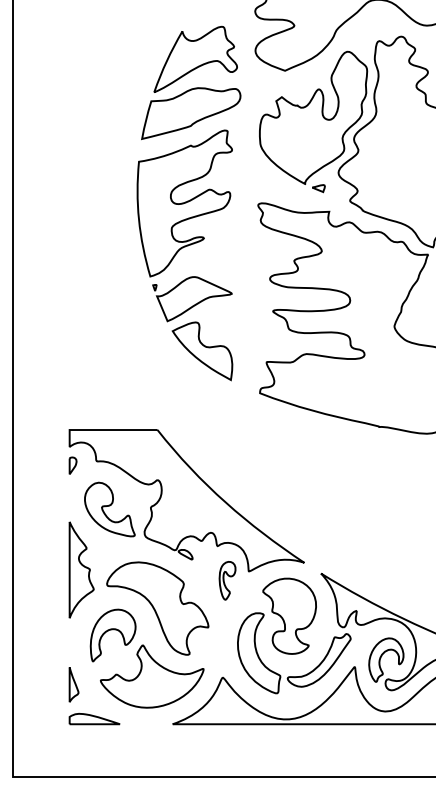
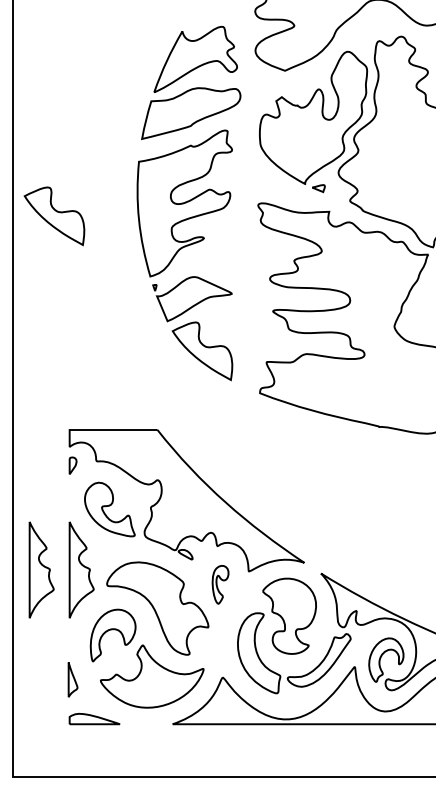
part at (54, 216): none -> present
part at (41, 569): none -> present
part at (227, 580) position: (227, 580) -> (220, 584)
part at (73, 684) position: (73, 684) -> (72, 679)
